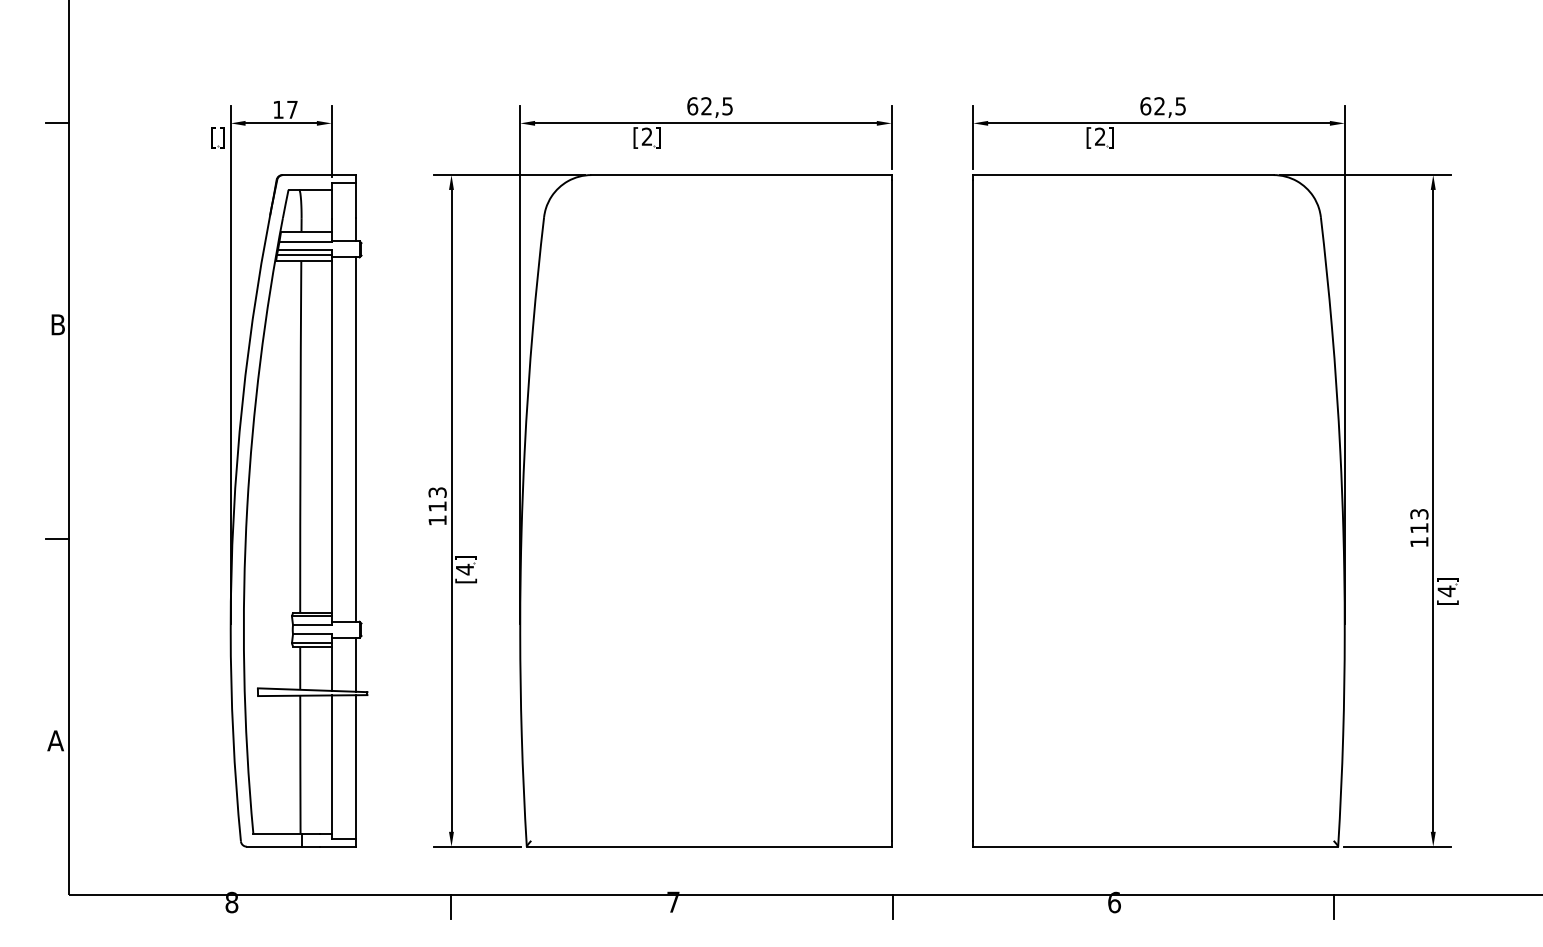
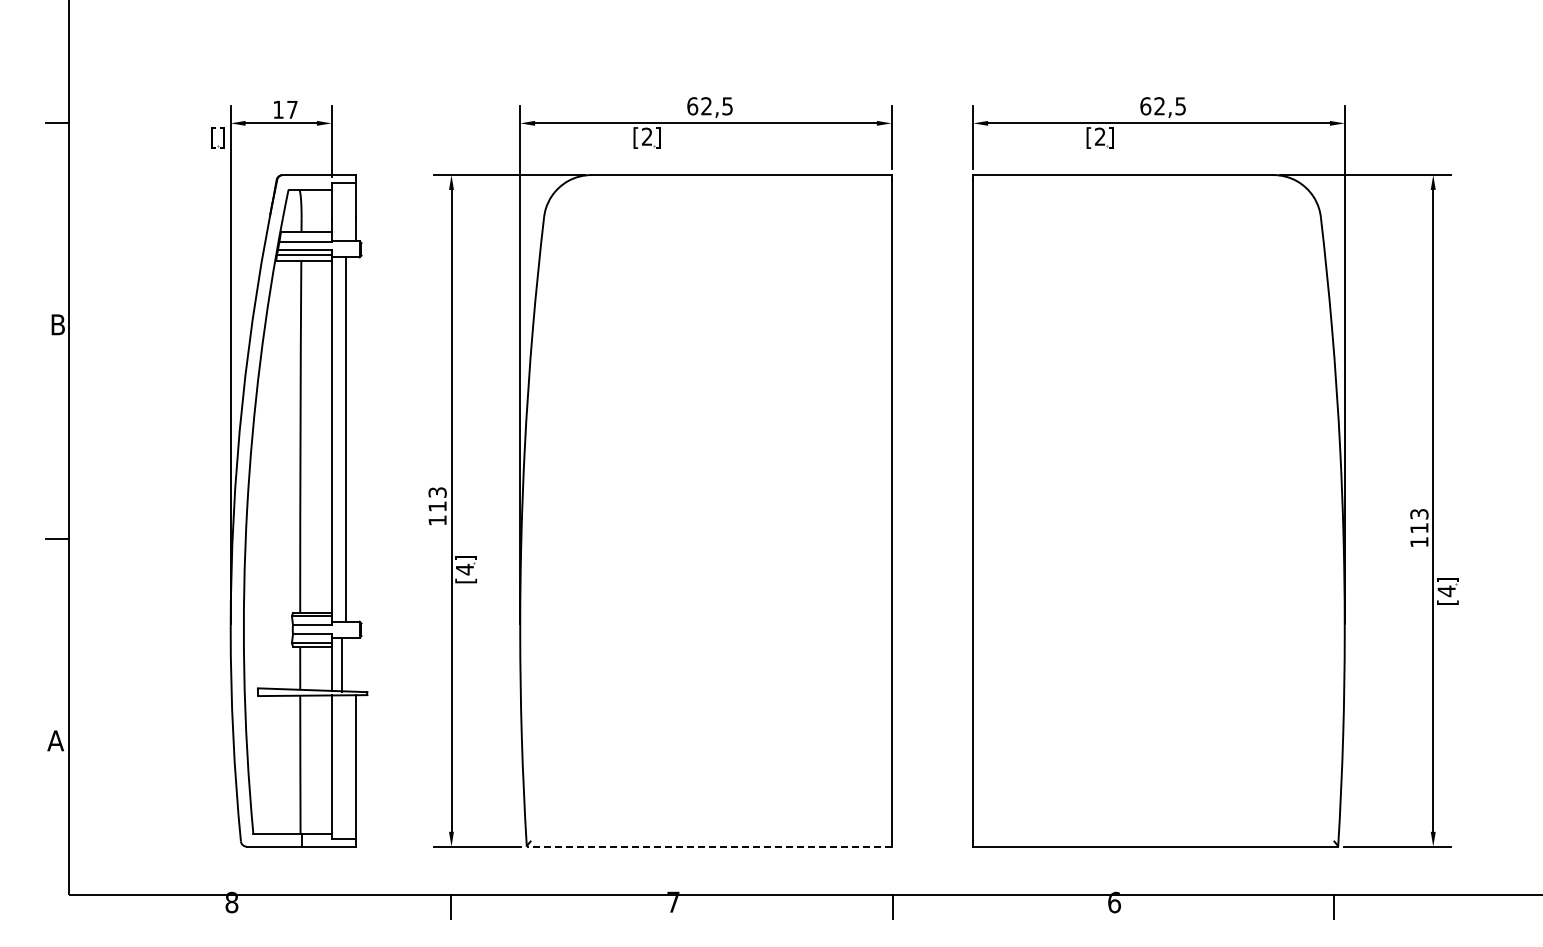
line at (355, 439) position: (355, 439) -> (345, 439)
line at (355, 664) position: (355, 664) -> (341, 664)
line at (708, 846): solid -> dashed
